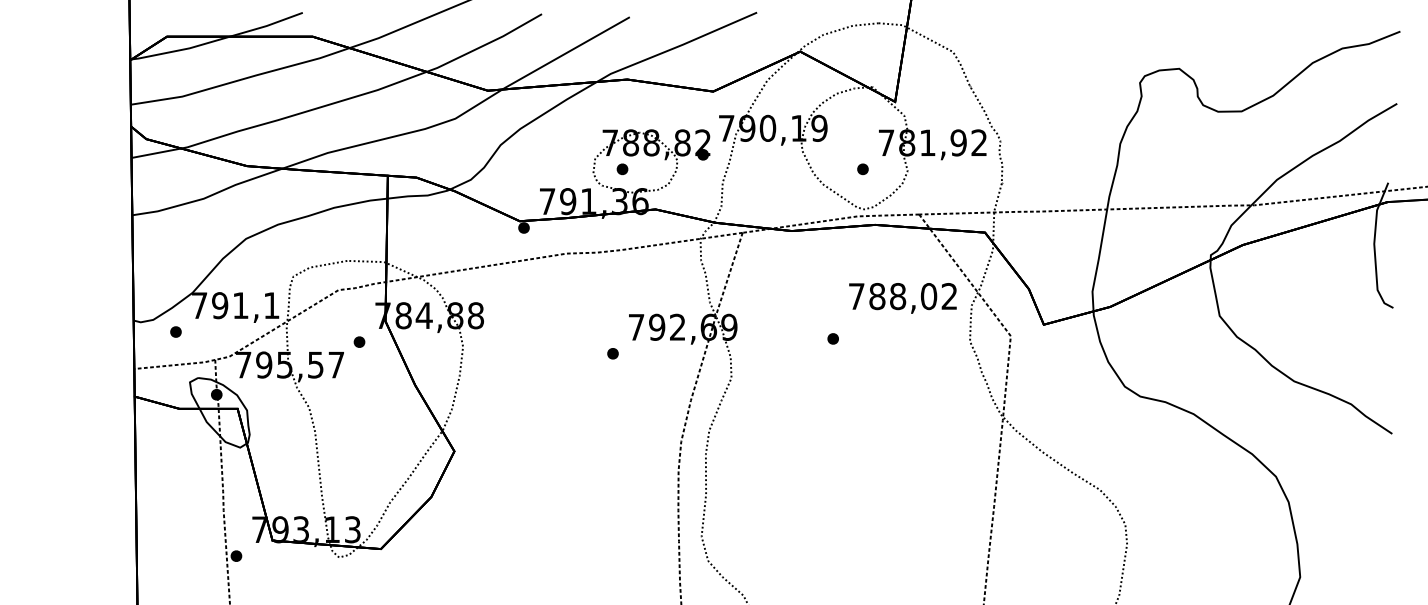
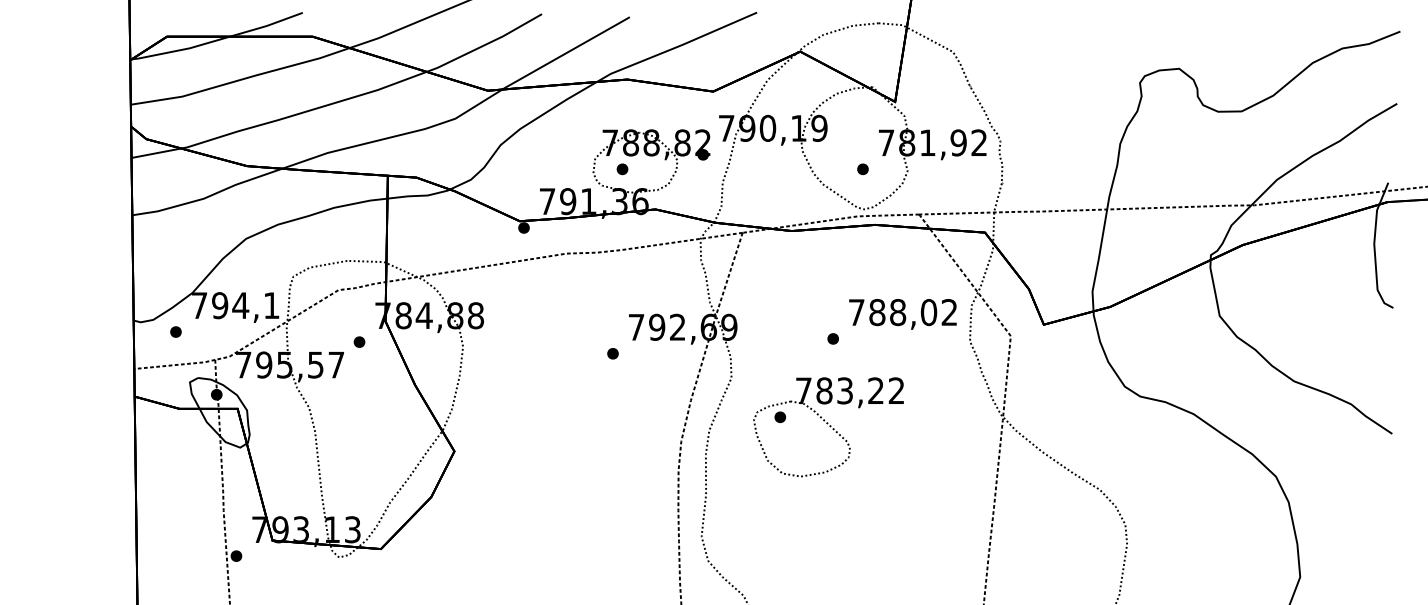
text at (902, 298) position: (902, 298) -> (902, 314)
text at (240, 305): 791,1 -> 794,1
part at (828, 427): none -> present
